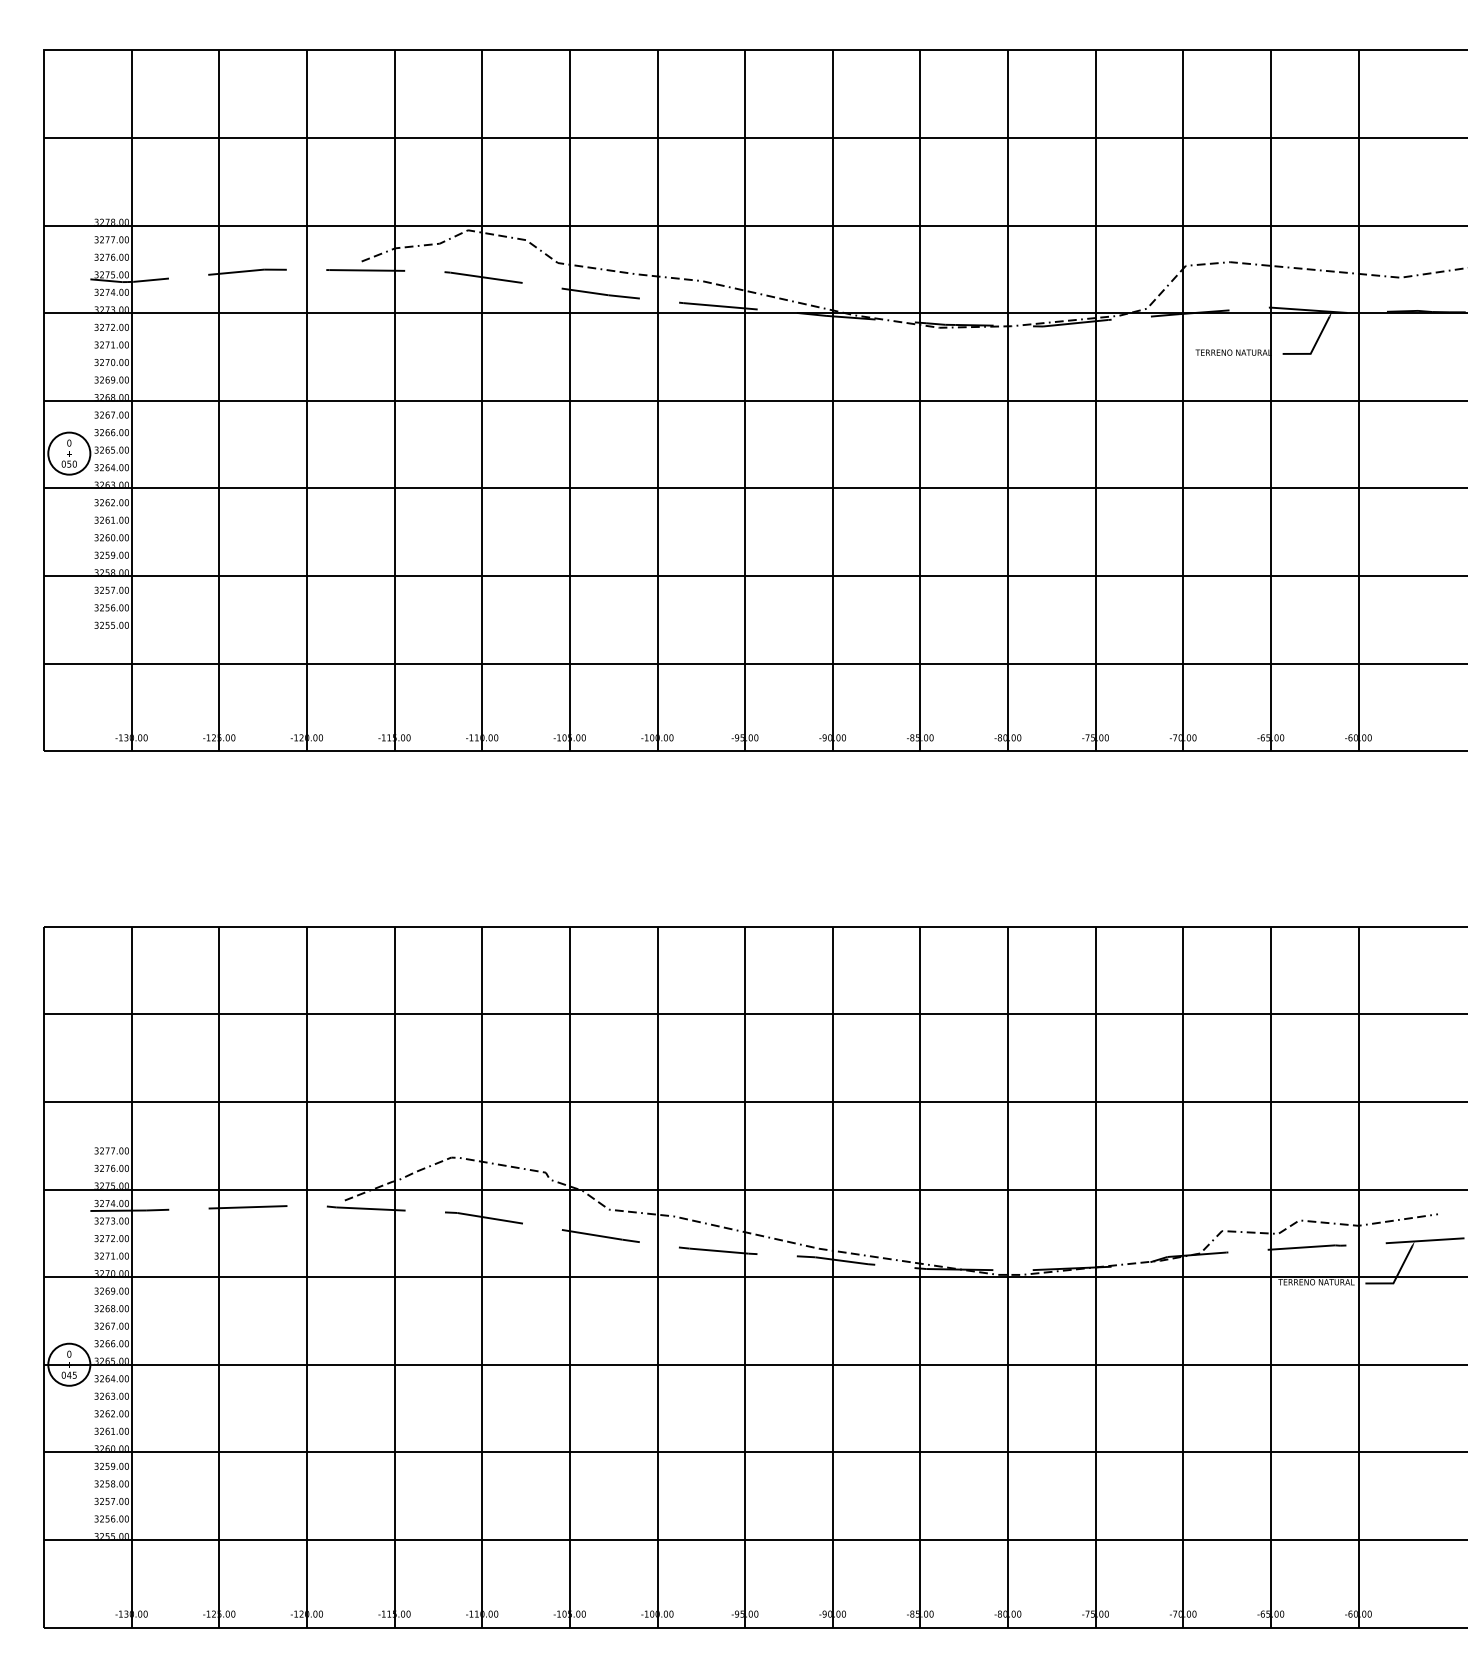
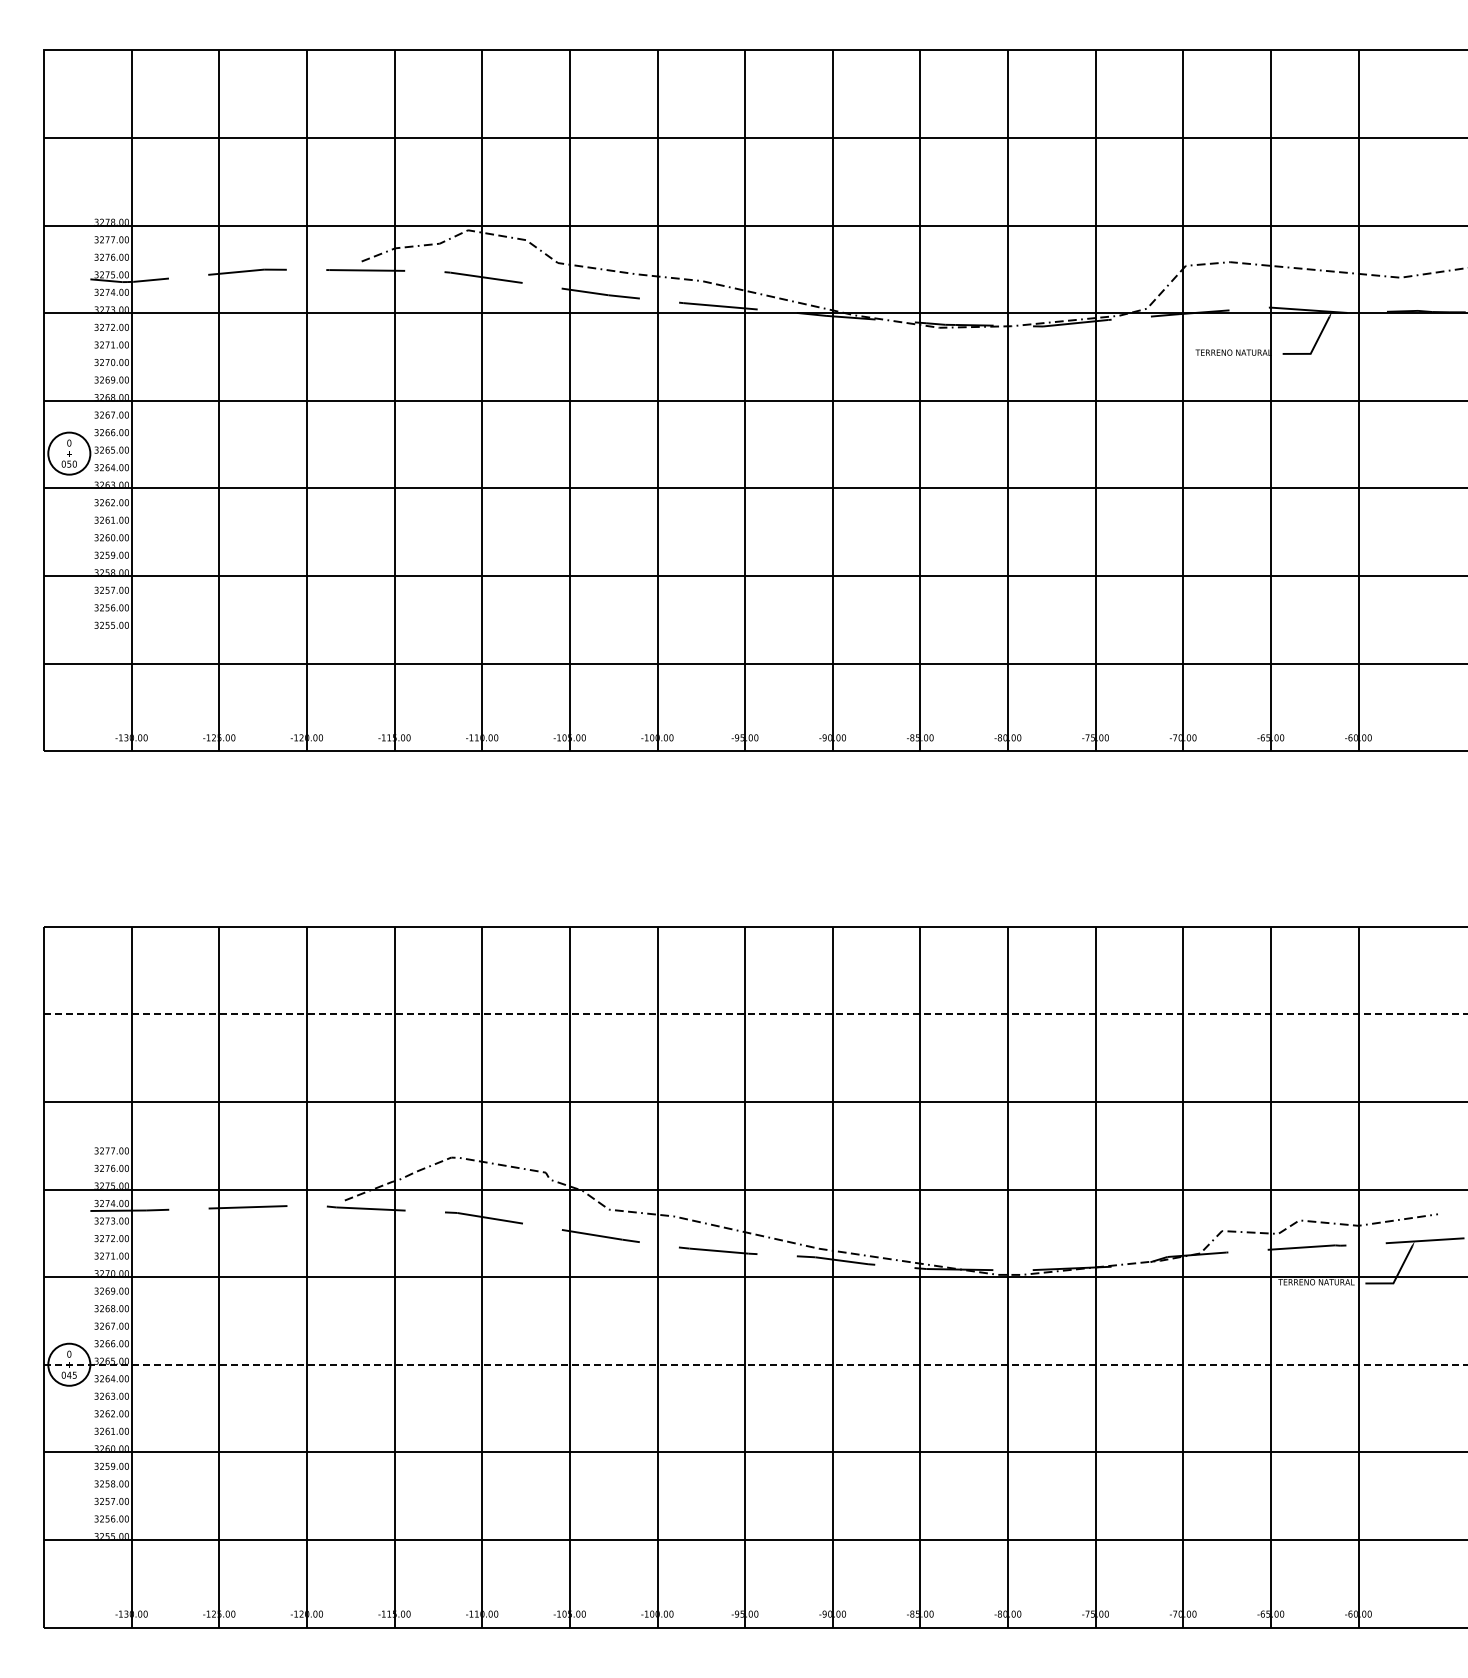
line at (755, 1014): solid -> dashed
line at (755, 1364): solid -> dashed
